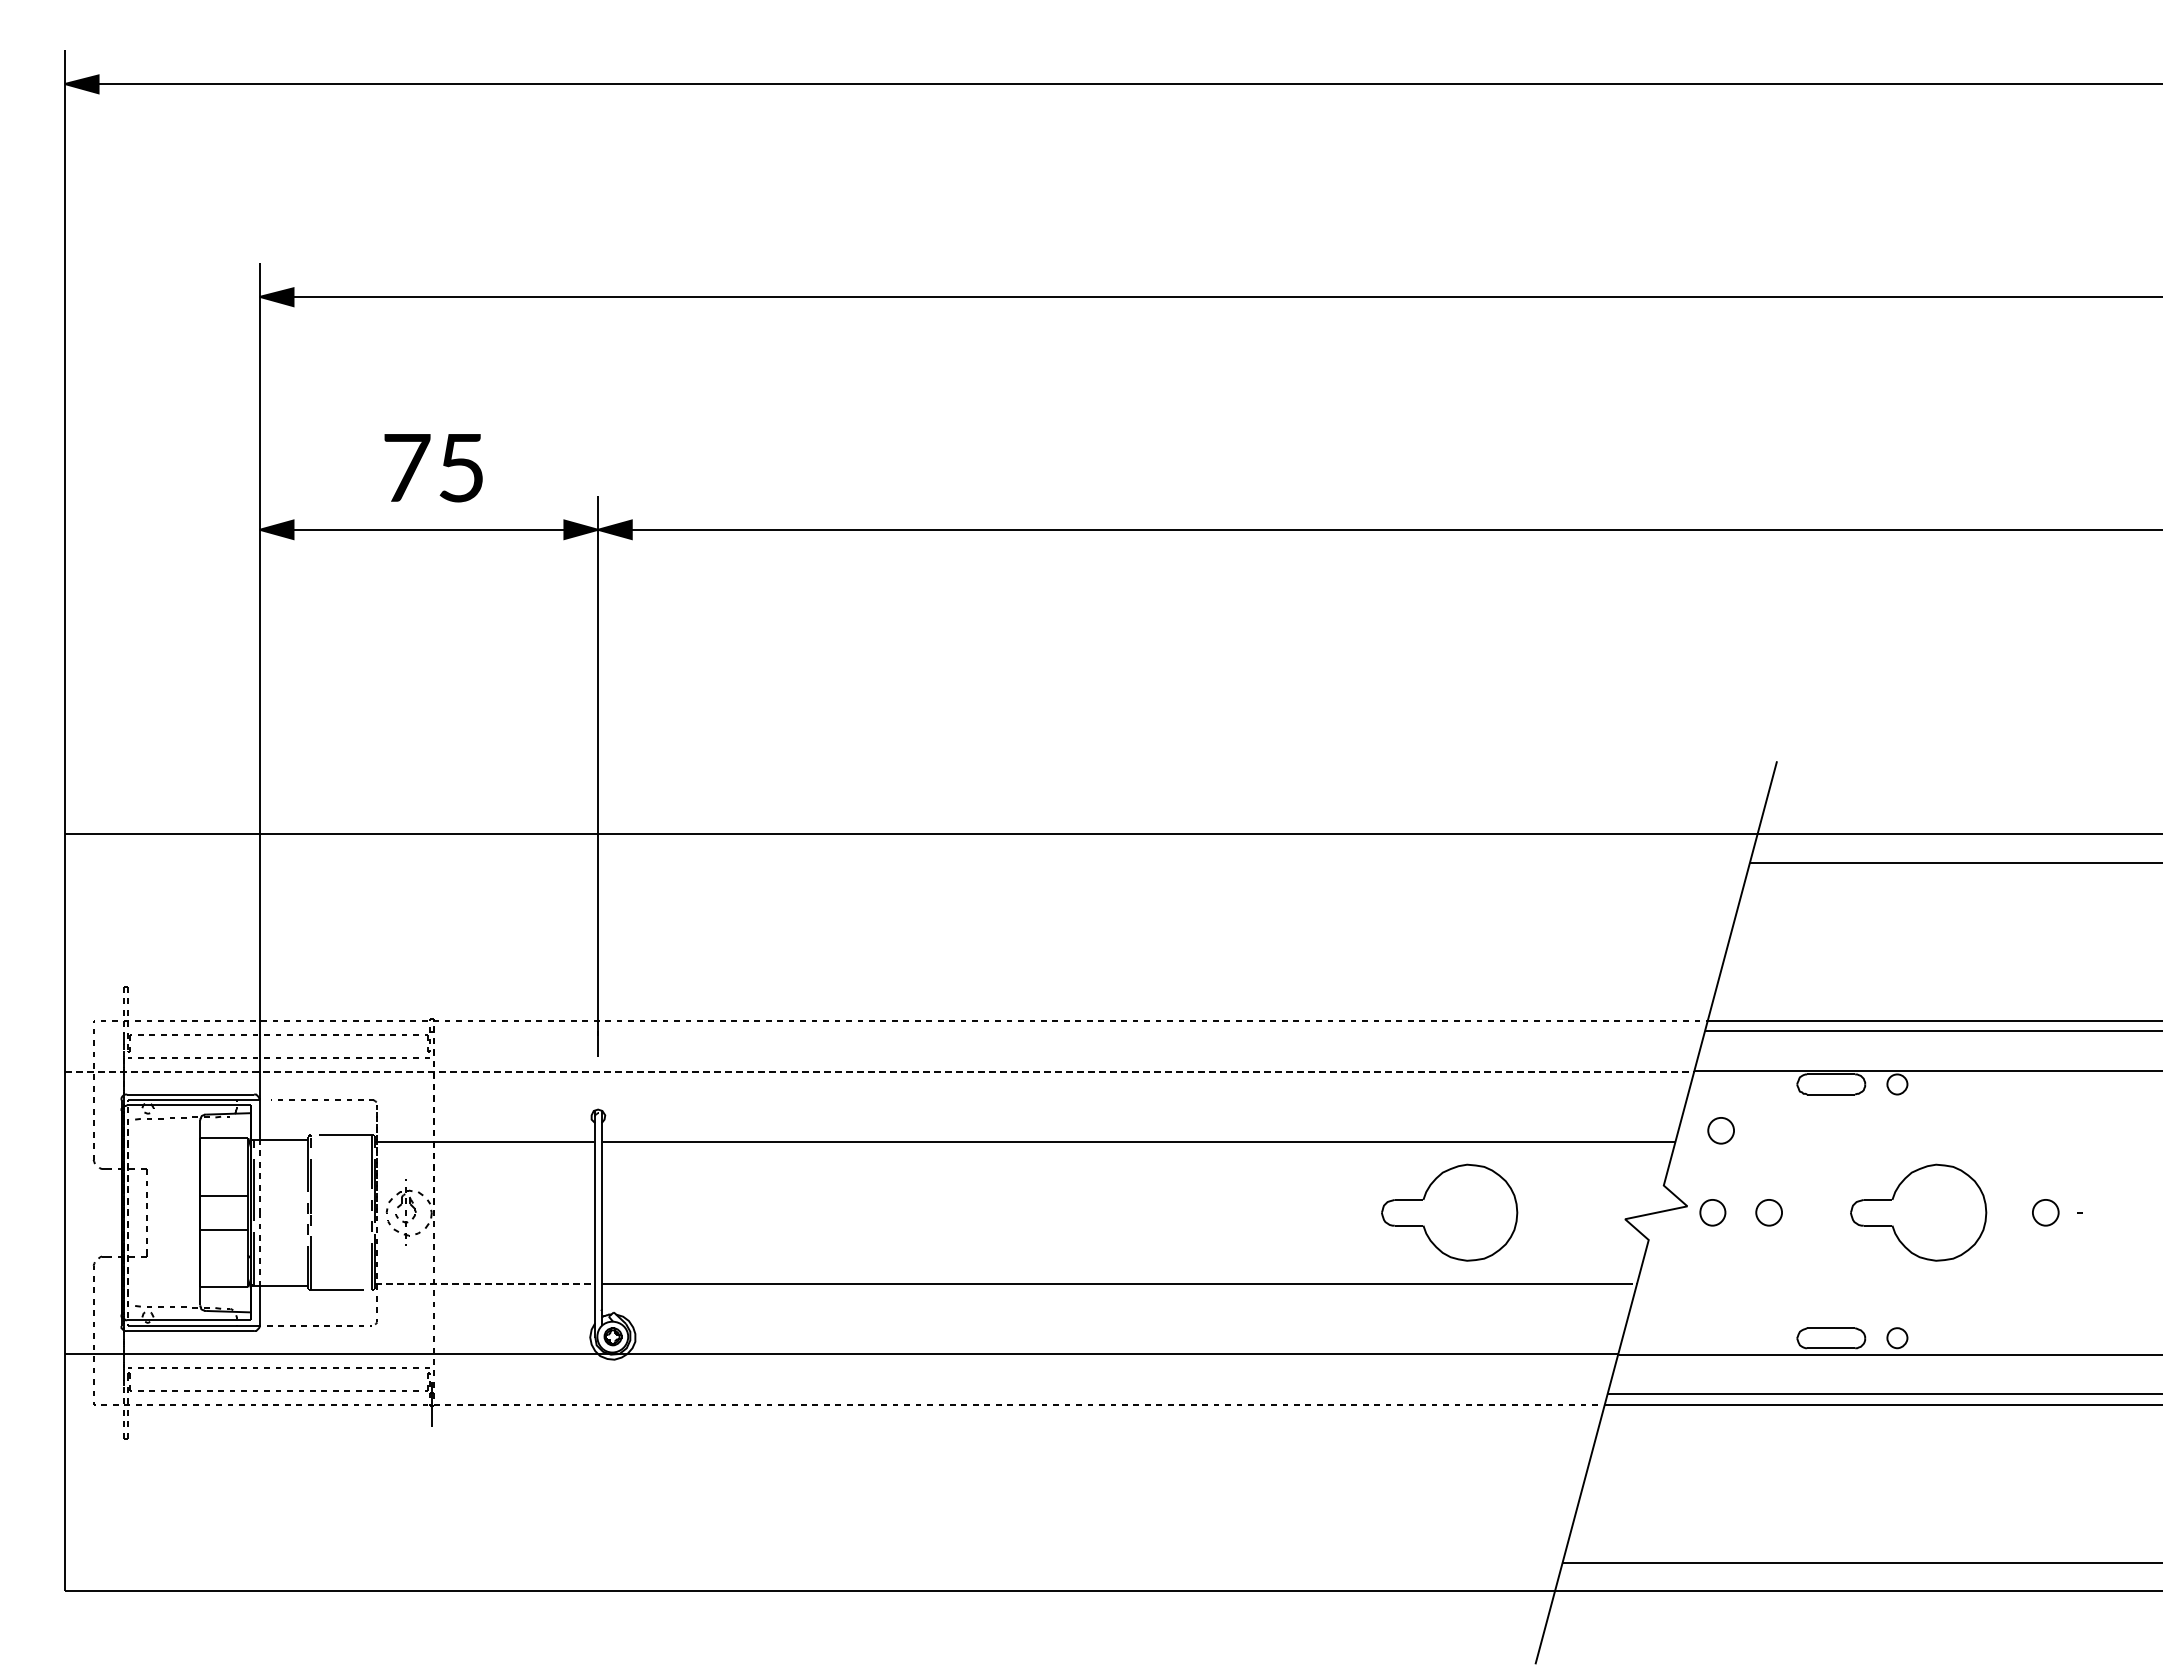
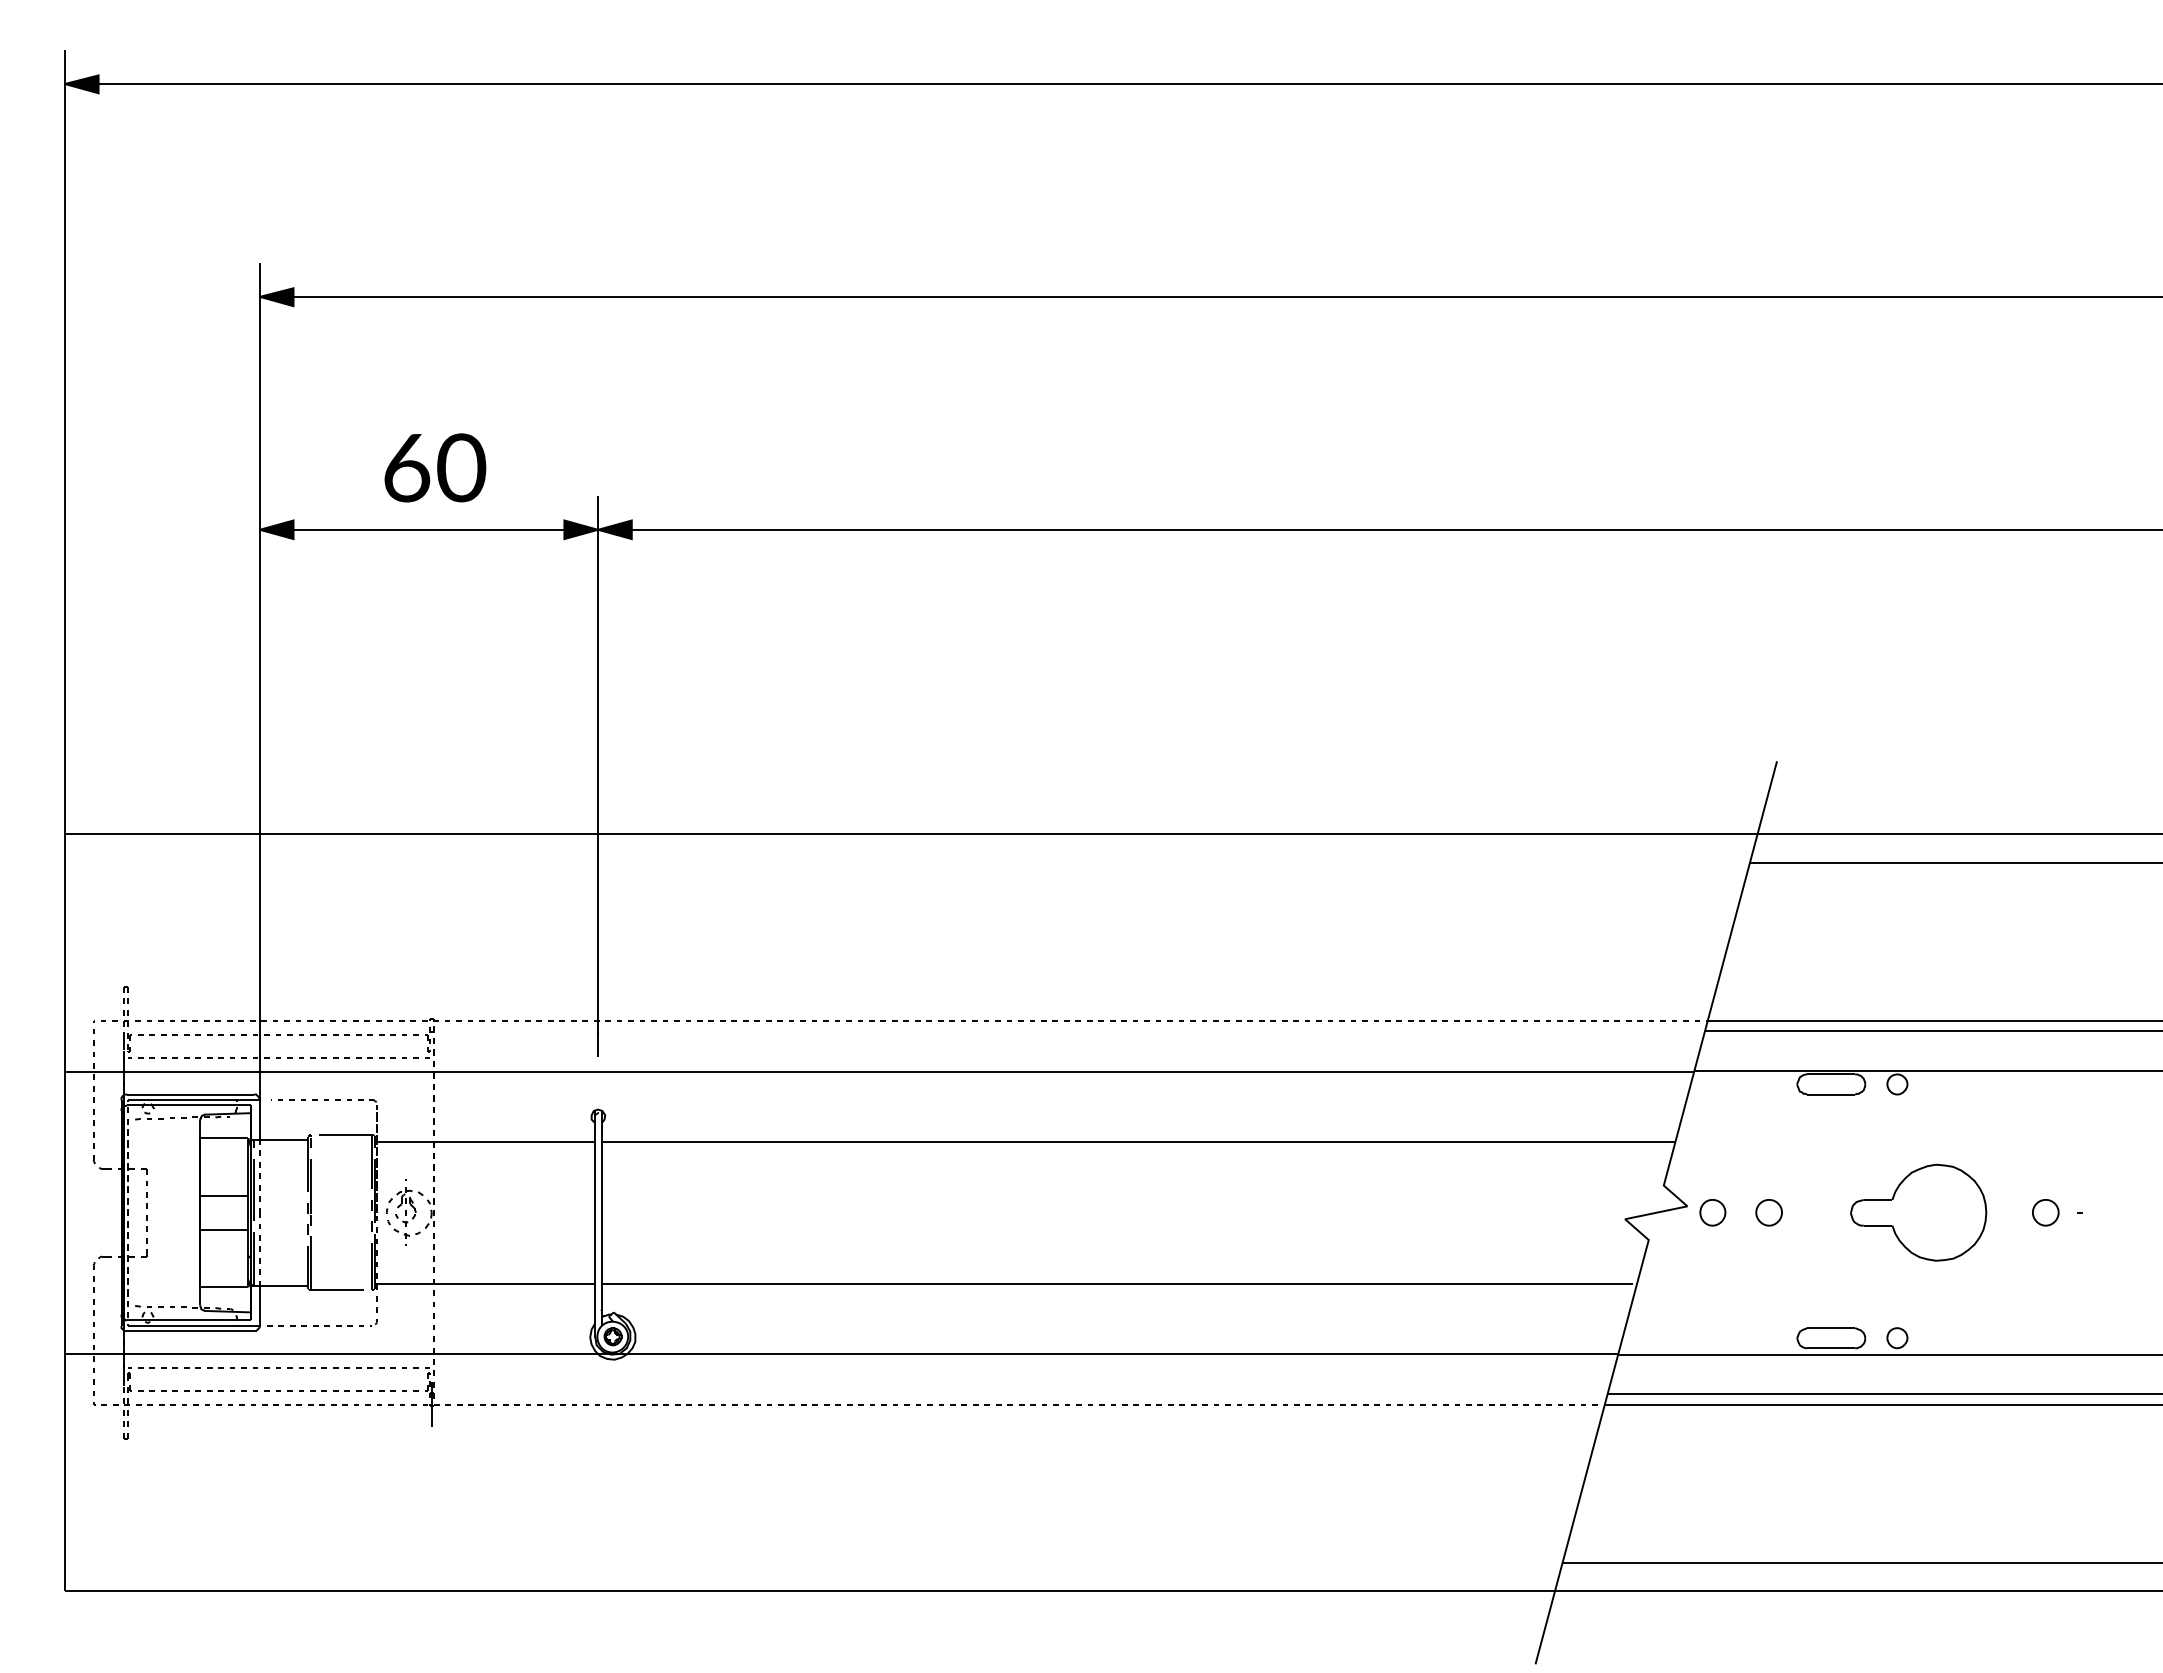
text at (435, 467): 75 -> 60
line at (879, 1071): dashed -> solid
part at (1720, 1130): present -> none
part at (1449, 1212): present -> none
line at (485, 1283): dashed -> solid
